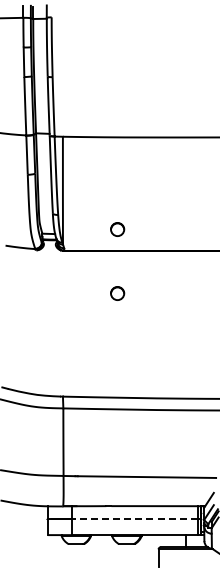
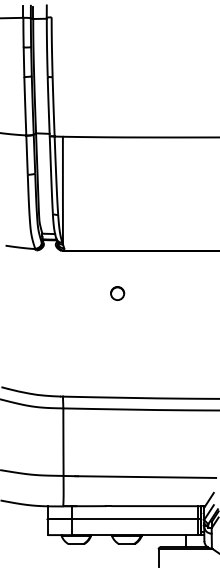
circle at (117, 229): present -> none
line at (135, 519): dashed -> solid
